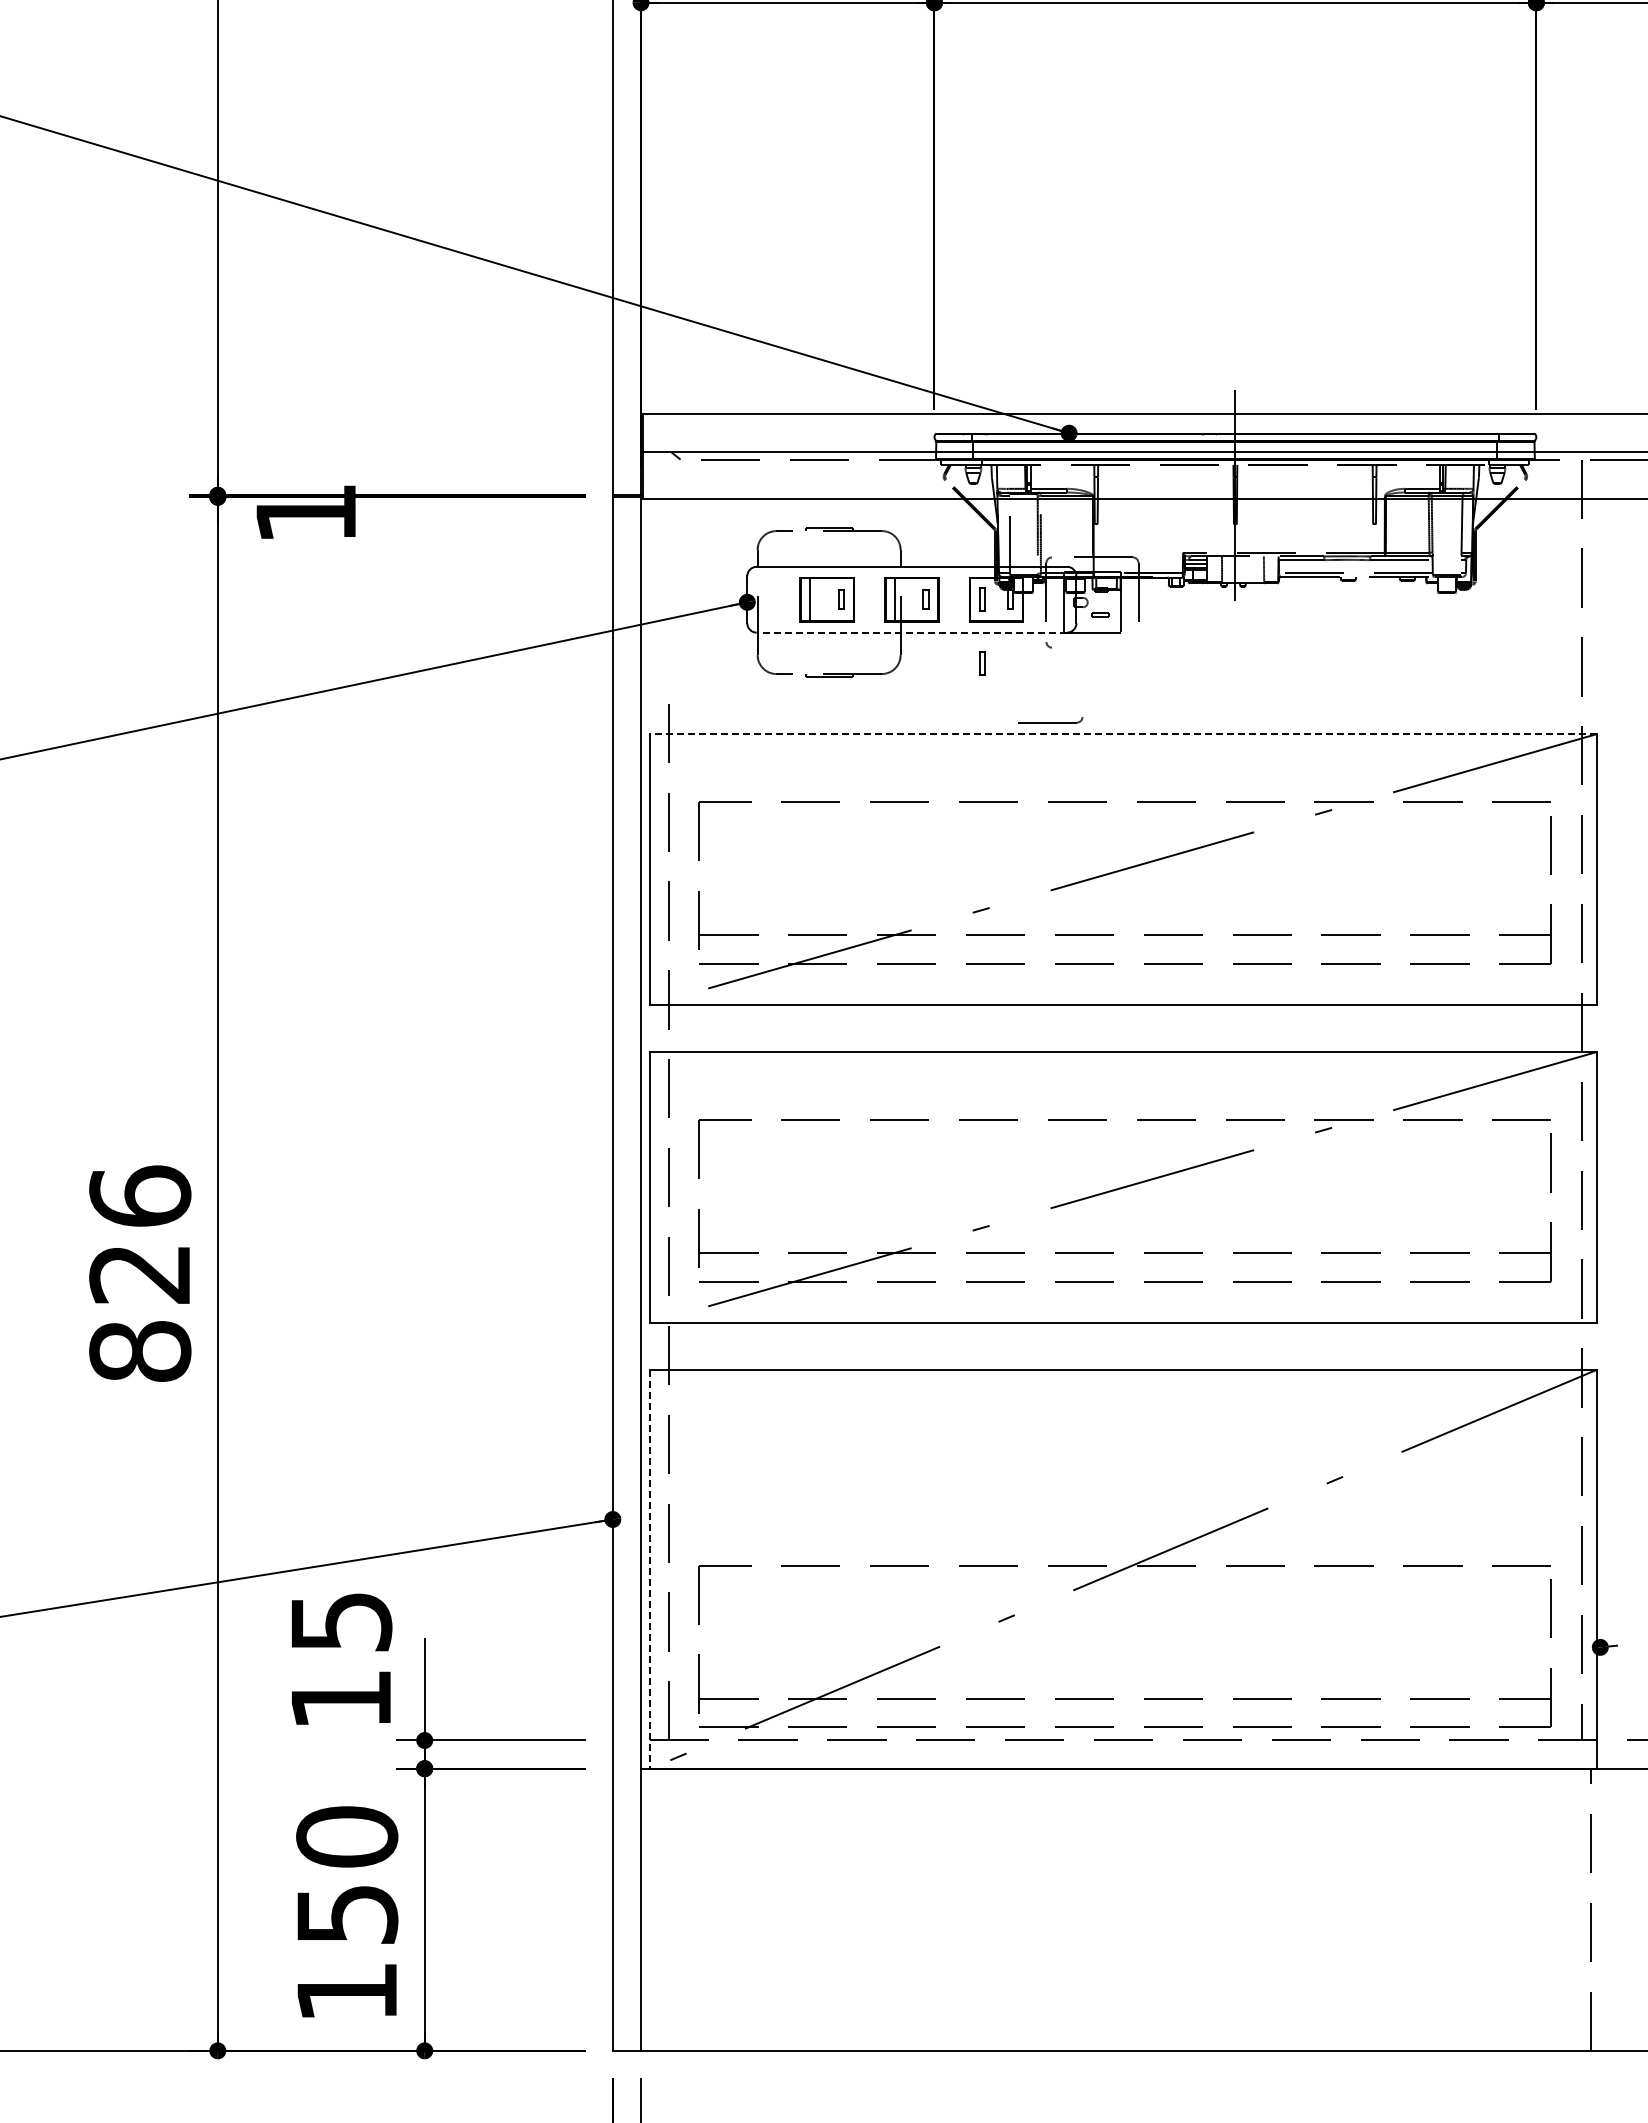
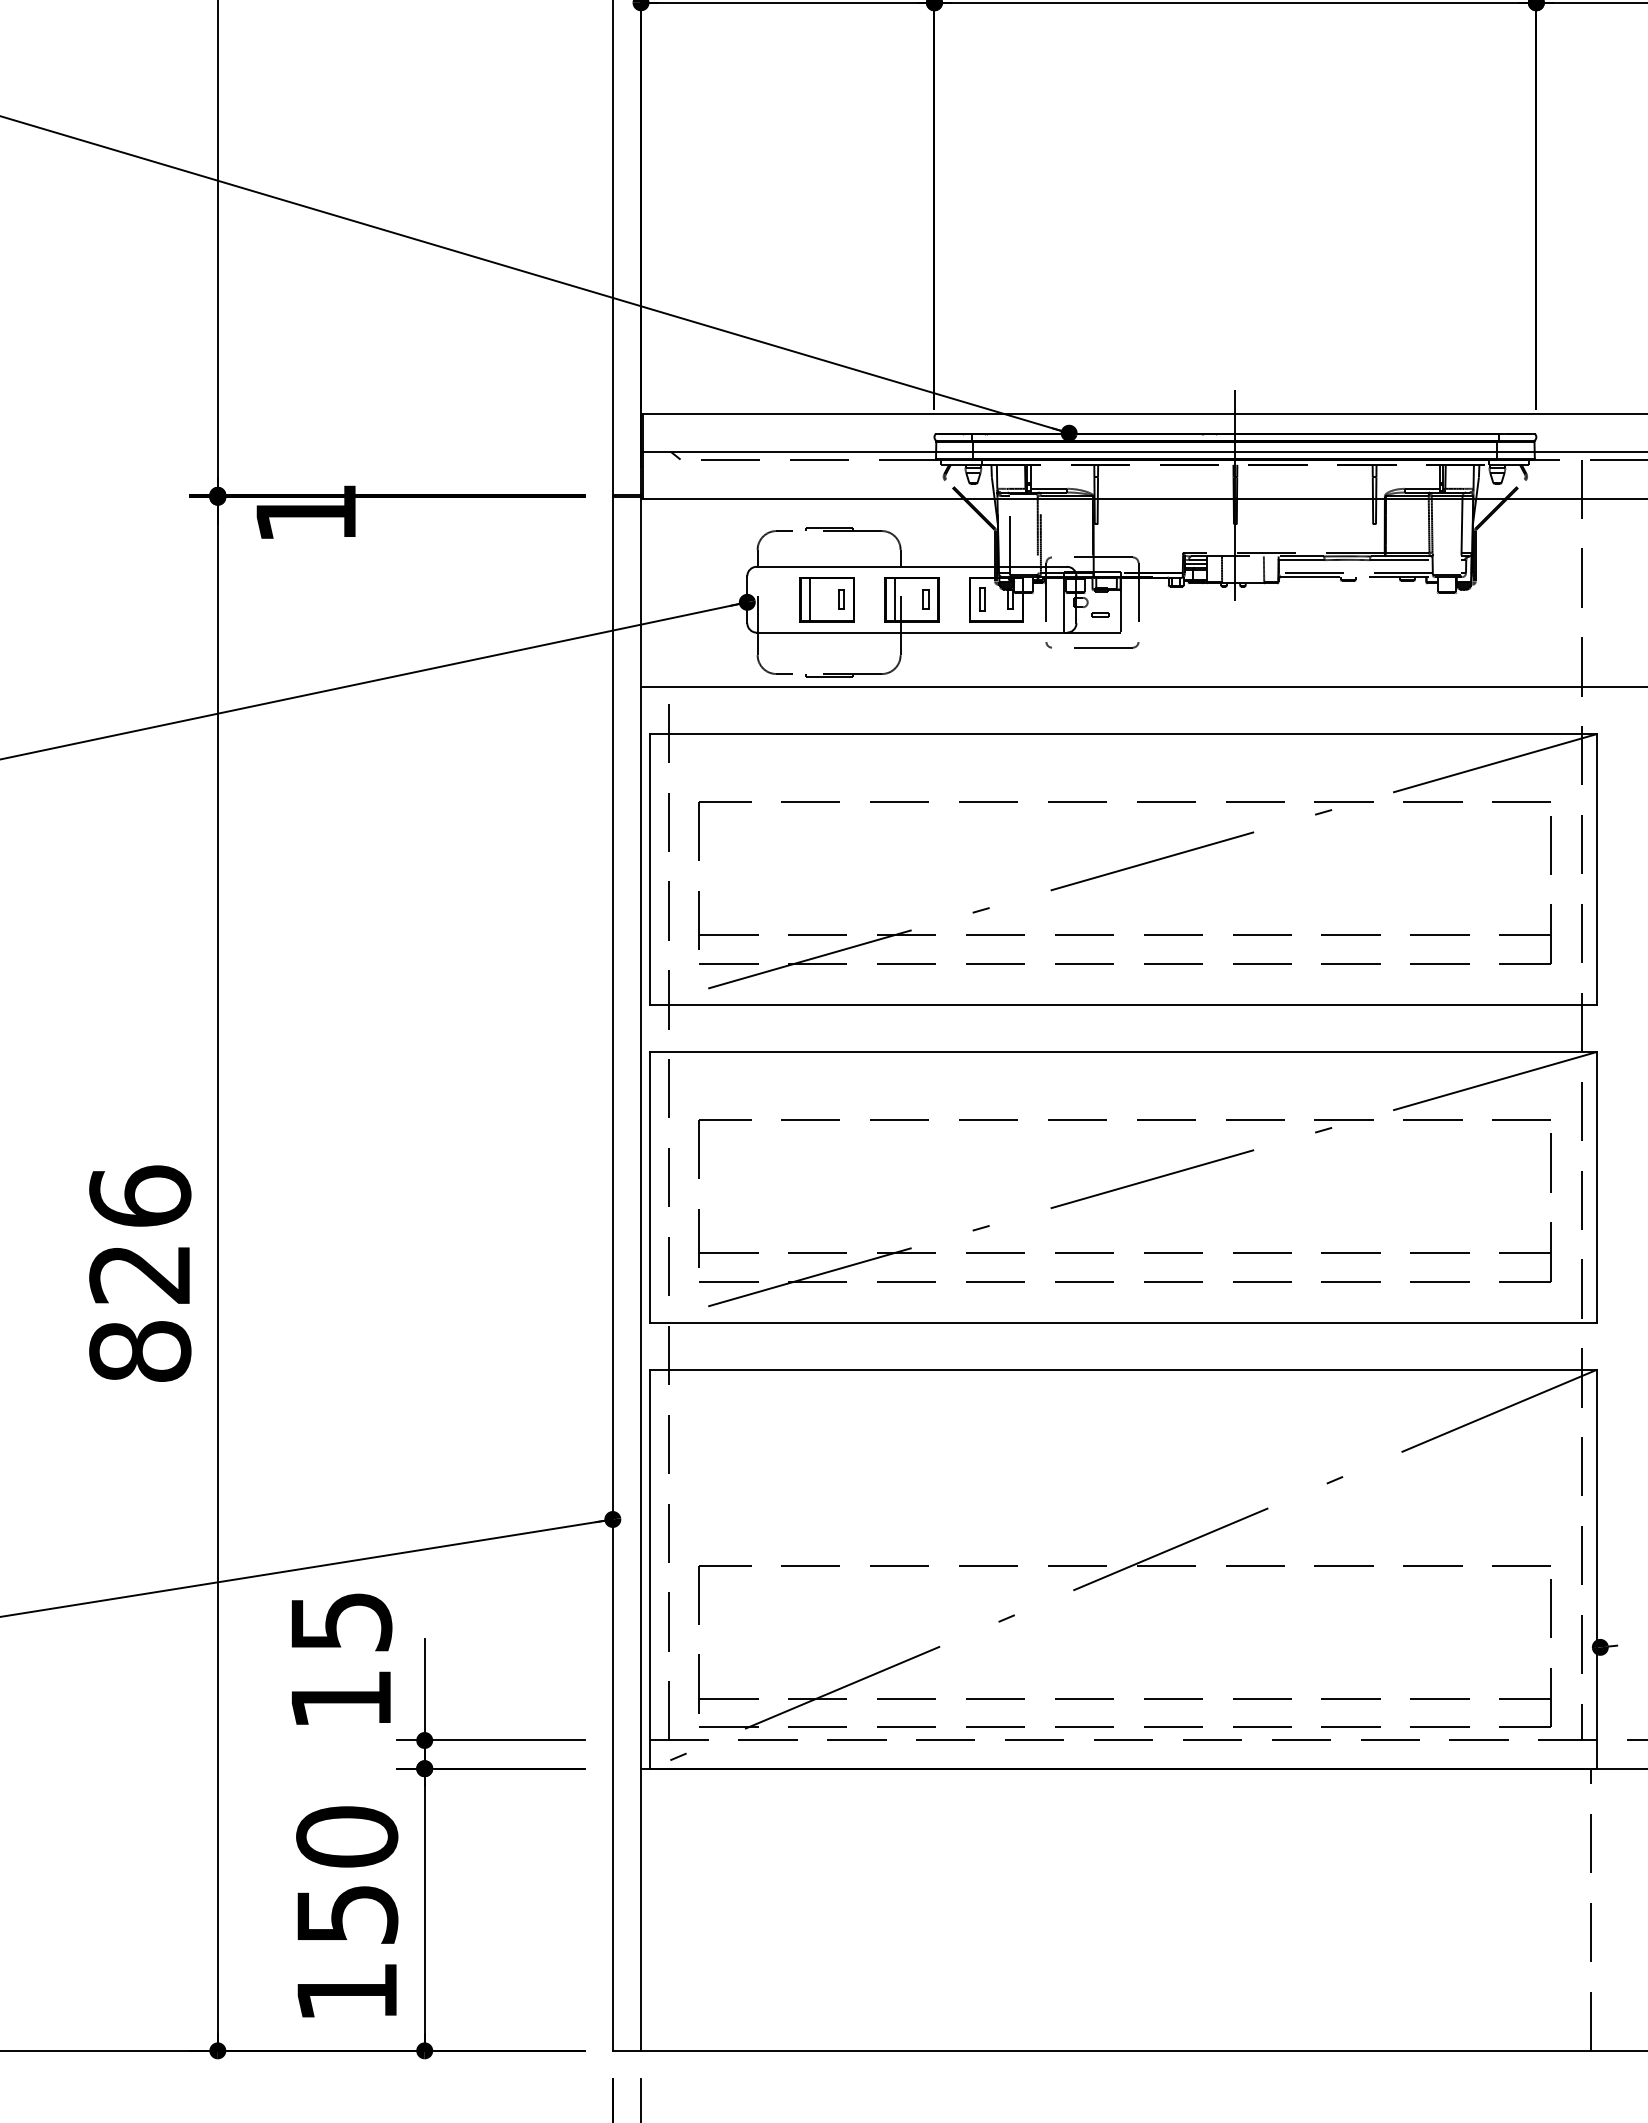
line at (911, 632): dashed -> solid
part at (982, 663): present -> none
line at (1142, 687): none -> present
part at (1050, 720) position: (1050, 720) -> (1106, 645)
line at (1122, 734): dashed -> solid
line at (650, 1569): dashed -> solid
